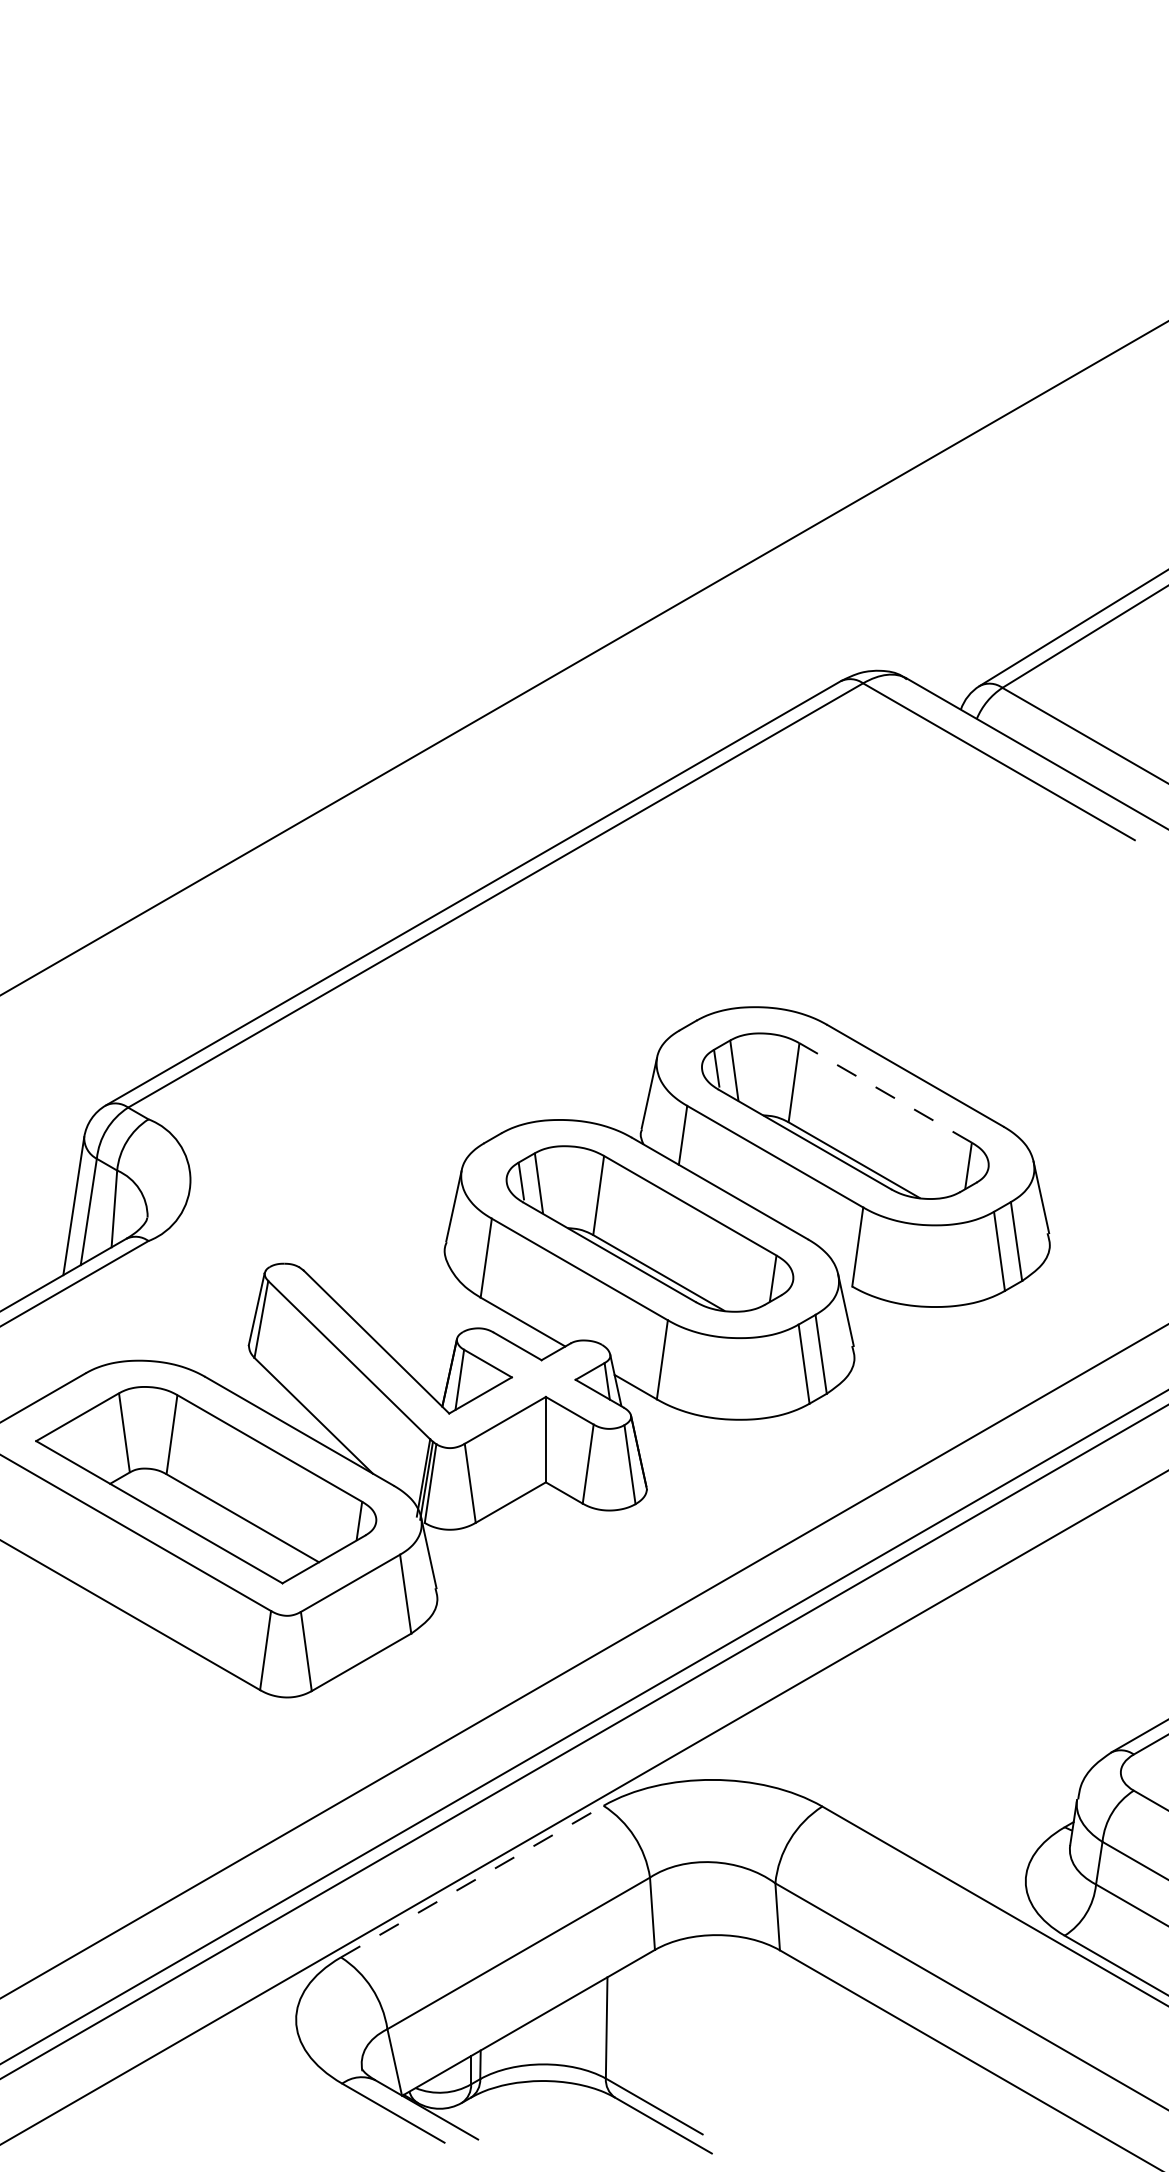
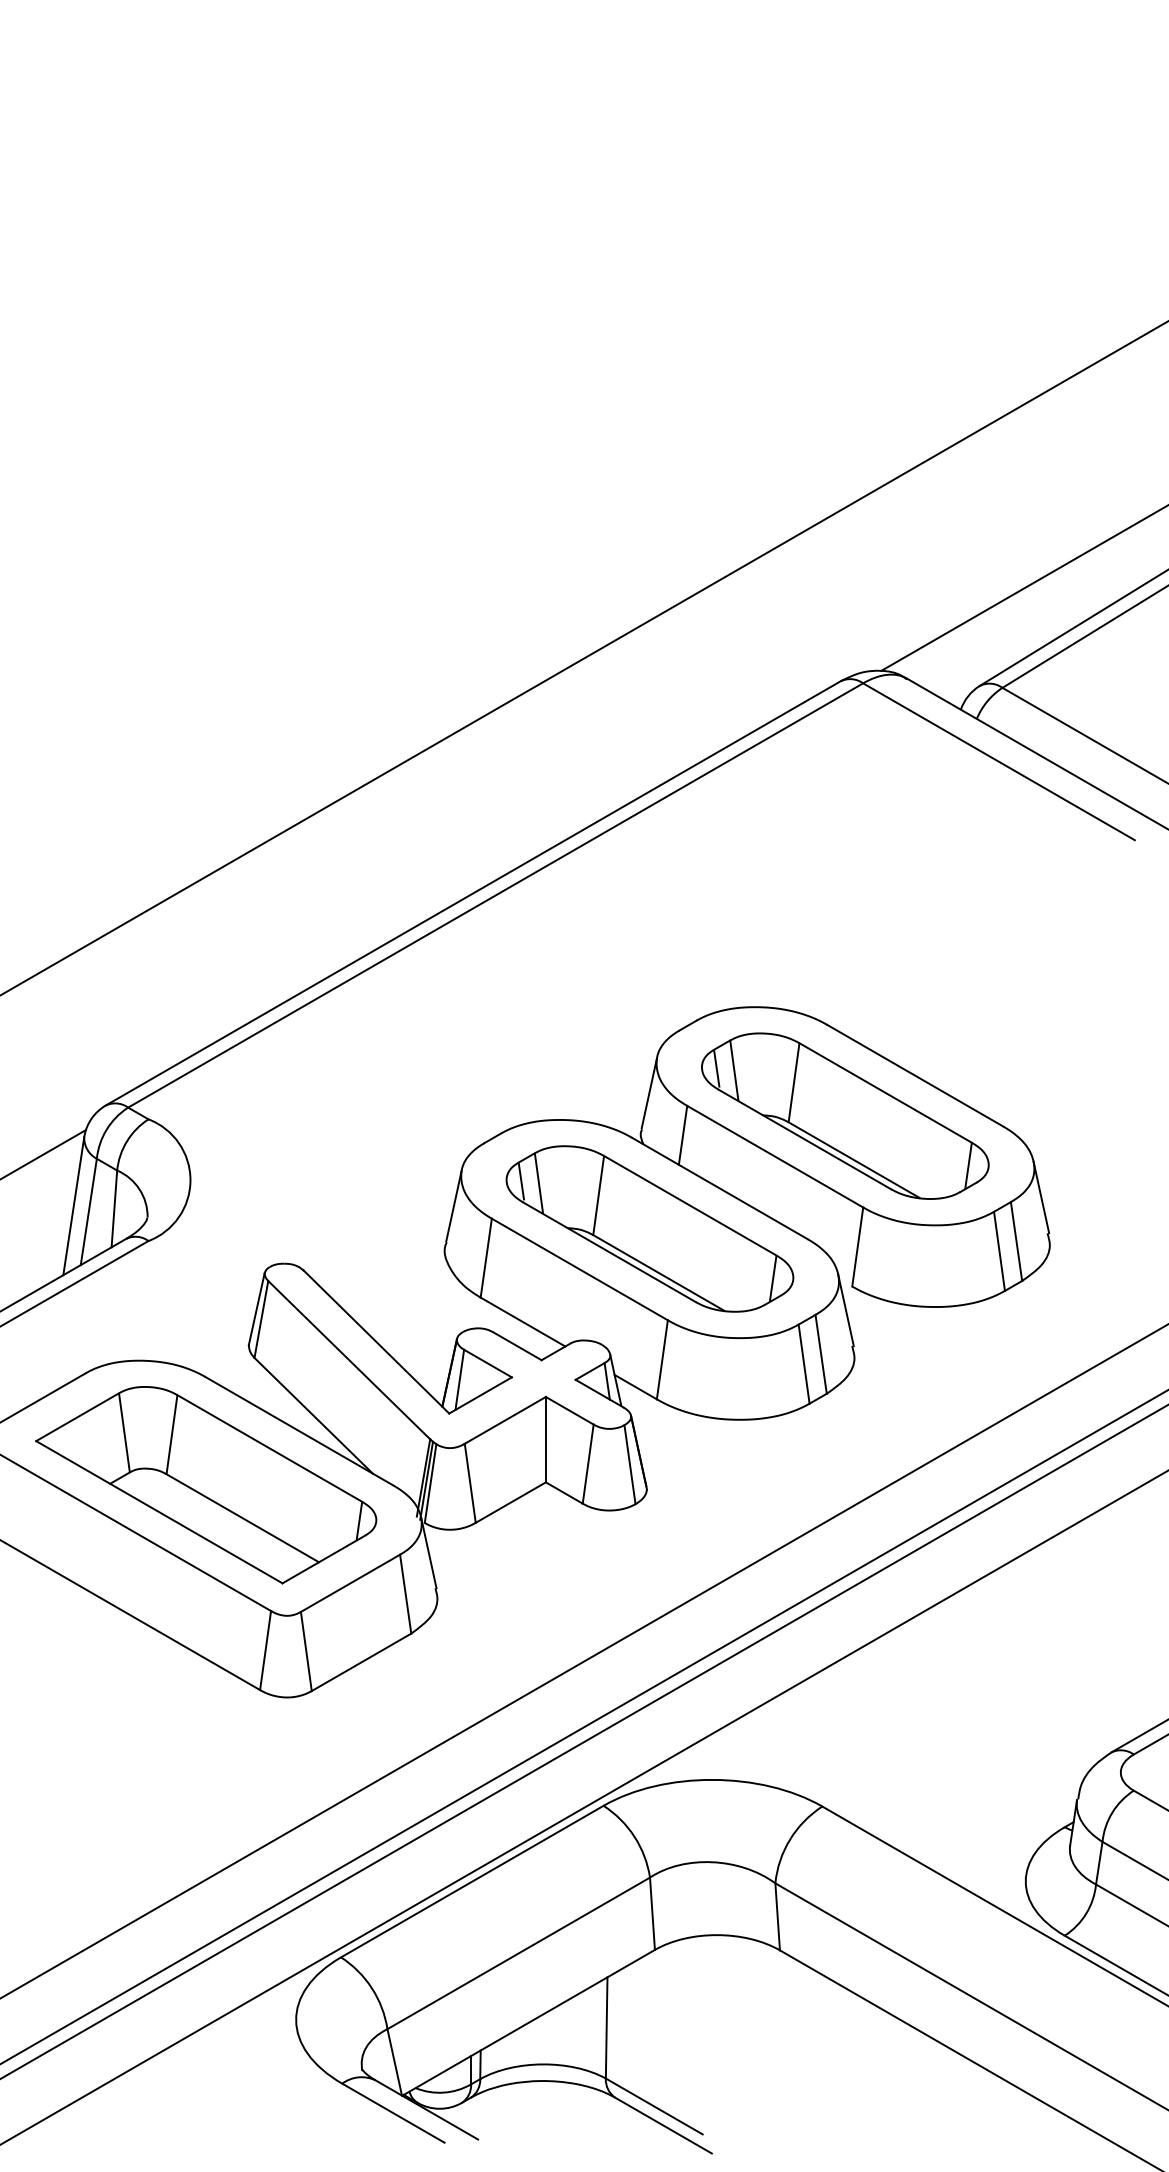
line at (1023, 588): none -> present
line at (885, 1092): dashed -> solid
line at (43, 1154): none -> present
line at (472, 1881): dashed -> solid
